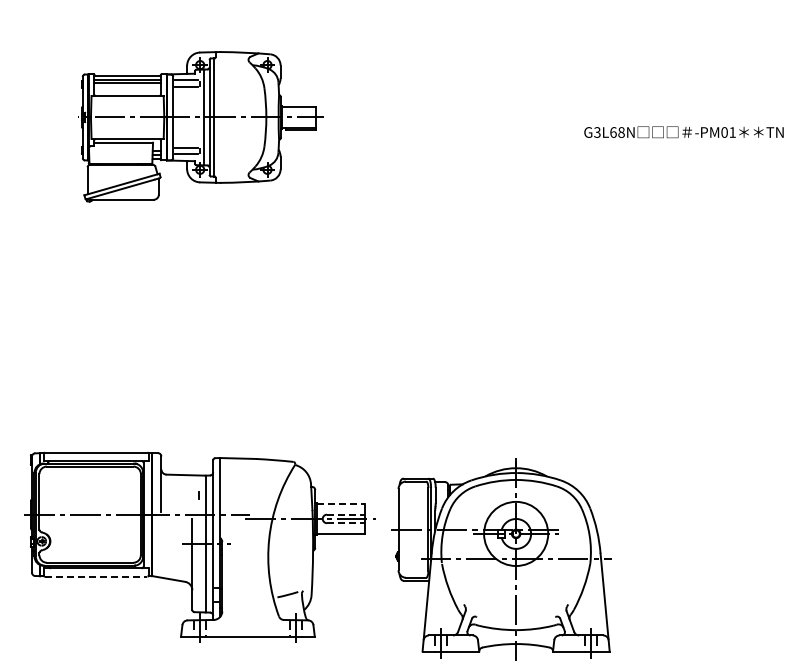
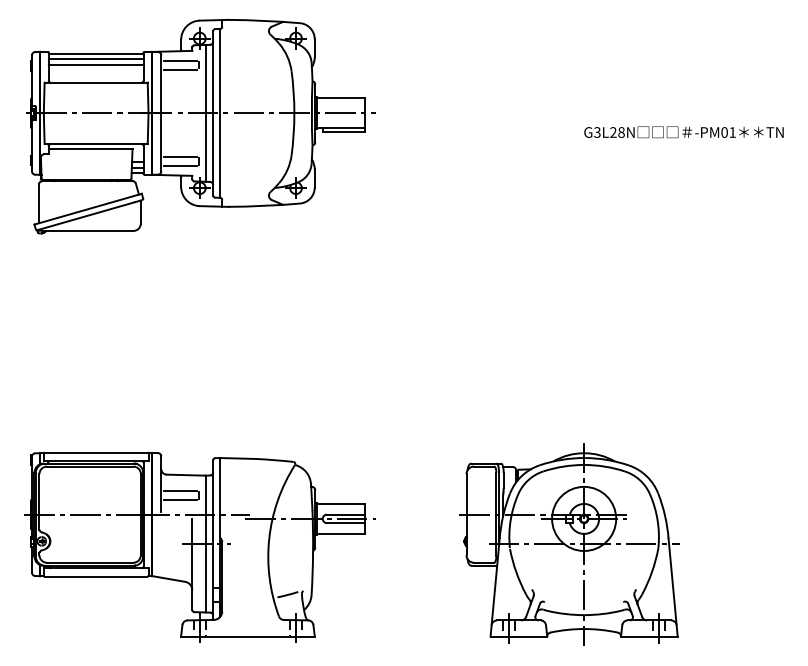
part at (200, 126) size: 246x152 px -> 350x216 px
text at (613, 132): G3L68N -> G3L28N
line at (180, 491): none -> present
line at (180, 500): none -> present
line at (341, 503): dashed -> solid
line at (346, 514): dashed -> solid
line at (346, 523): dashed -> solid
part at (501, 559) position: (501, 559) -> (569, 544)
line at (96, 576): dashed -> solid
